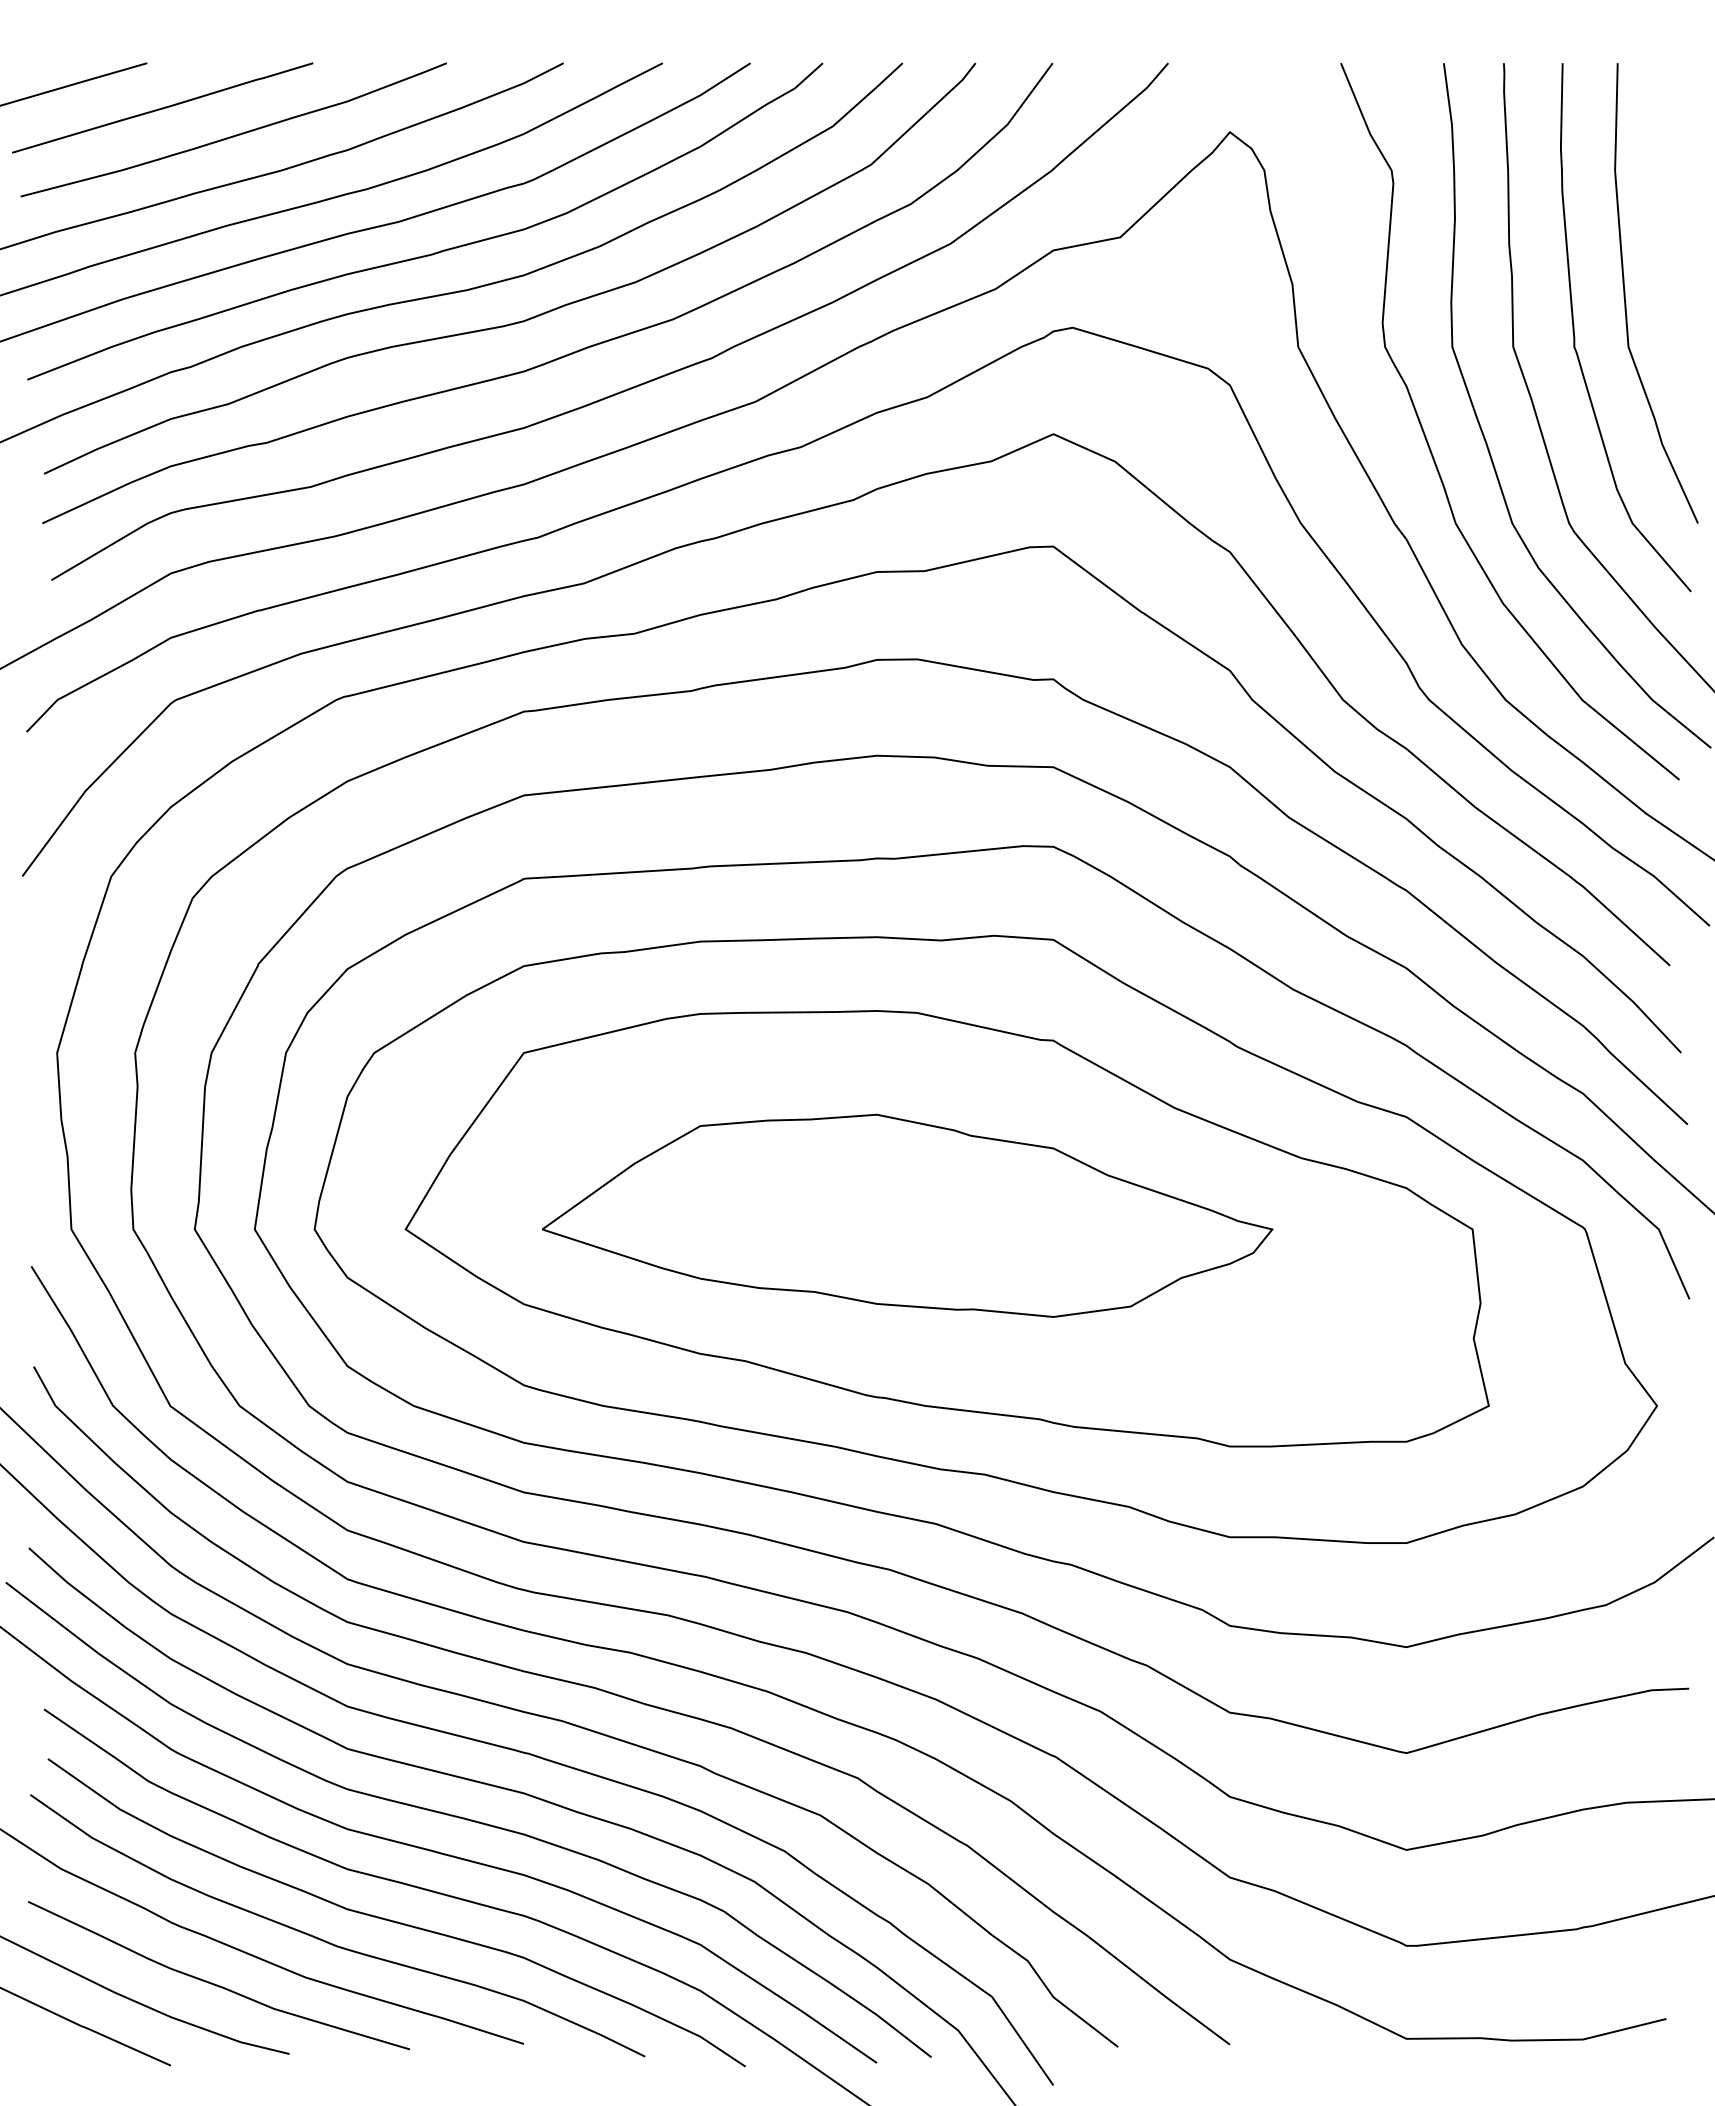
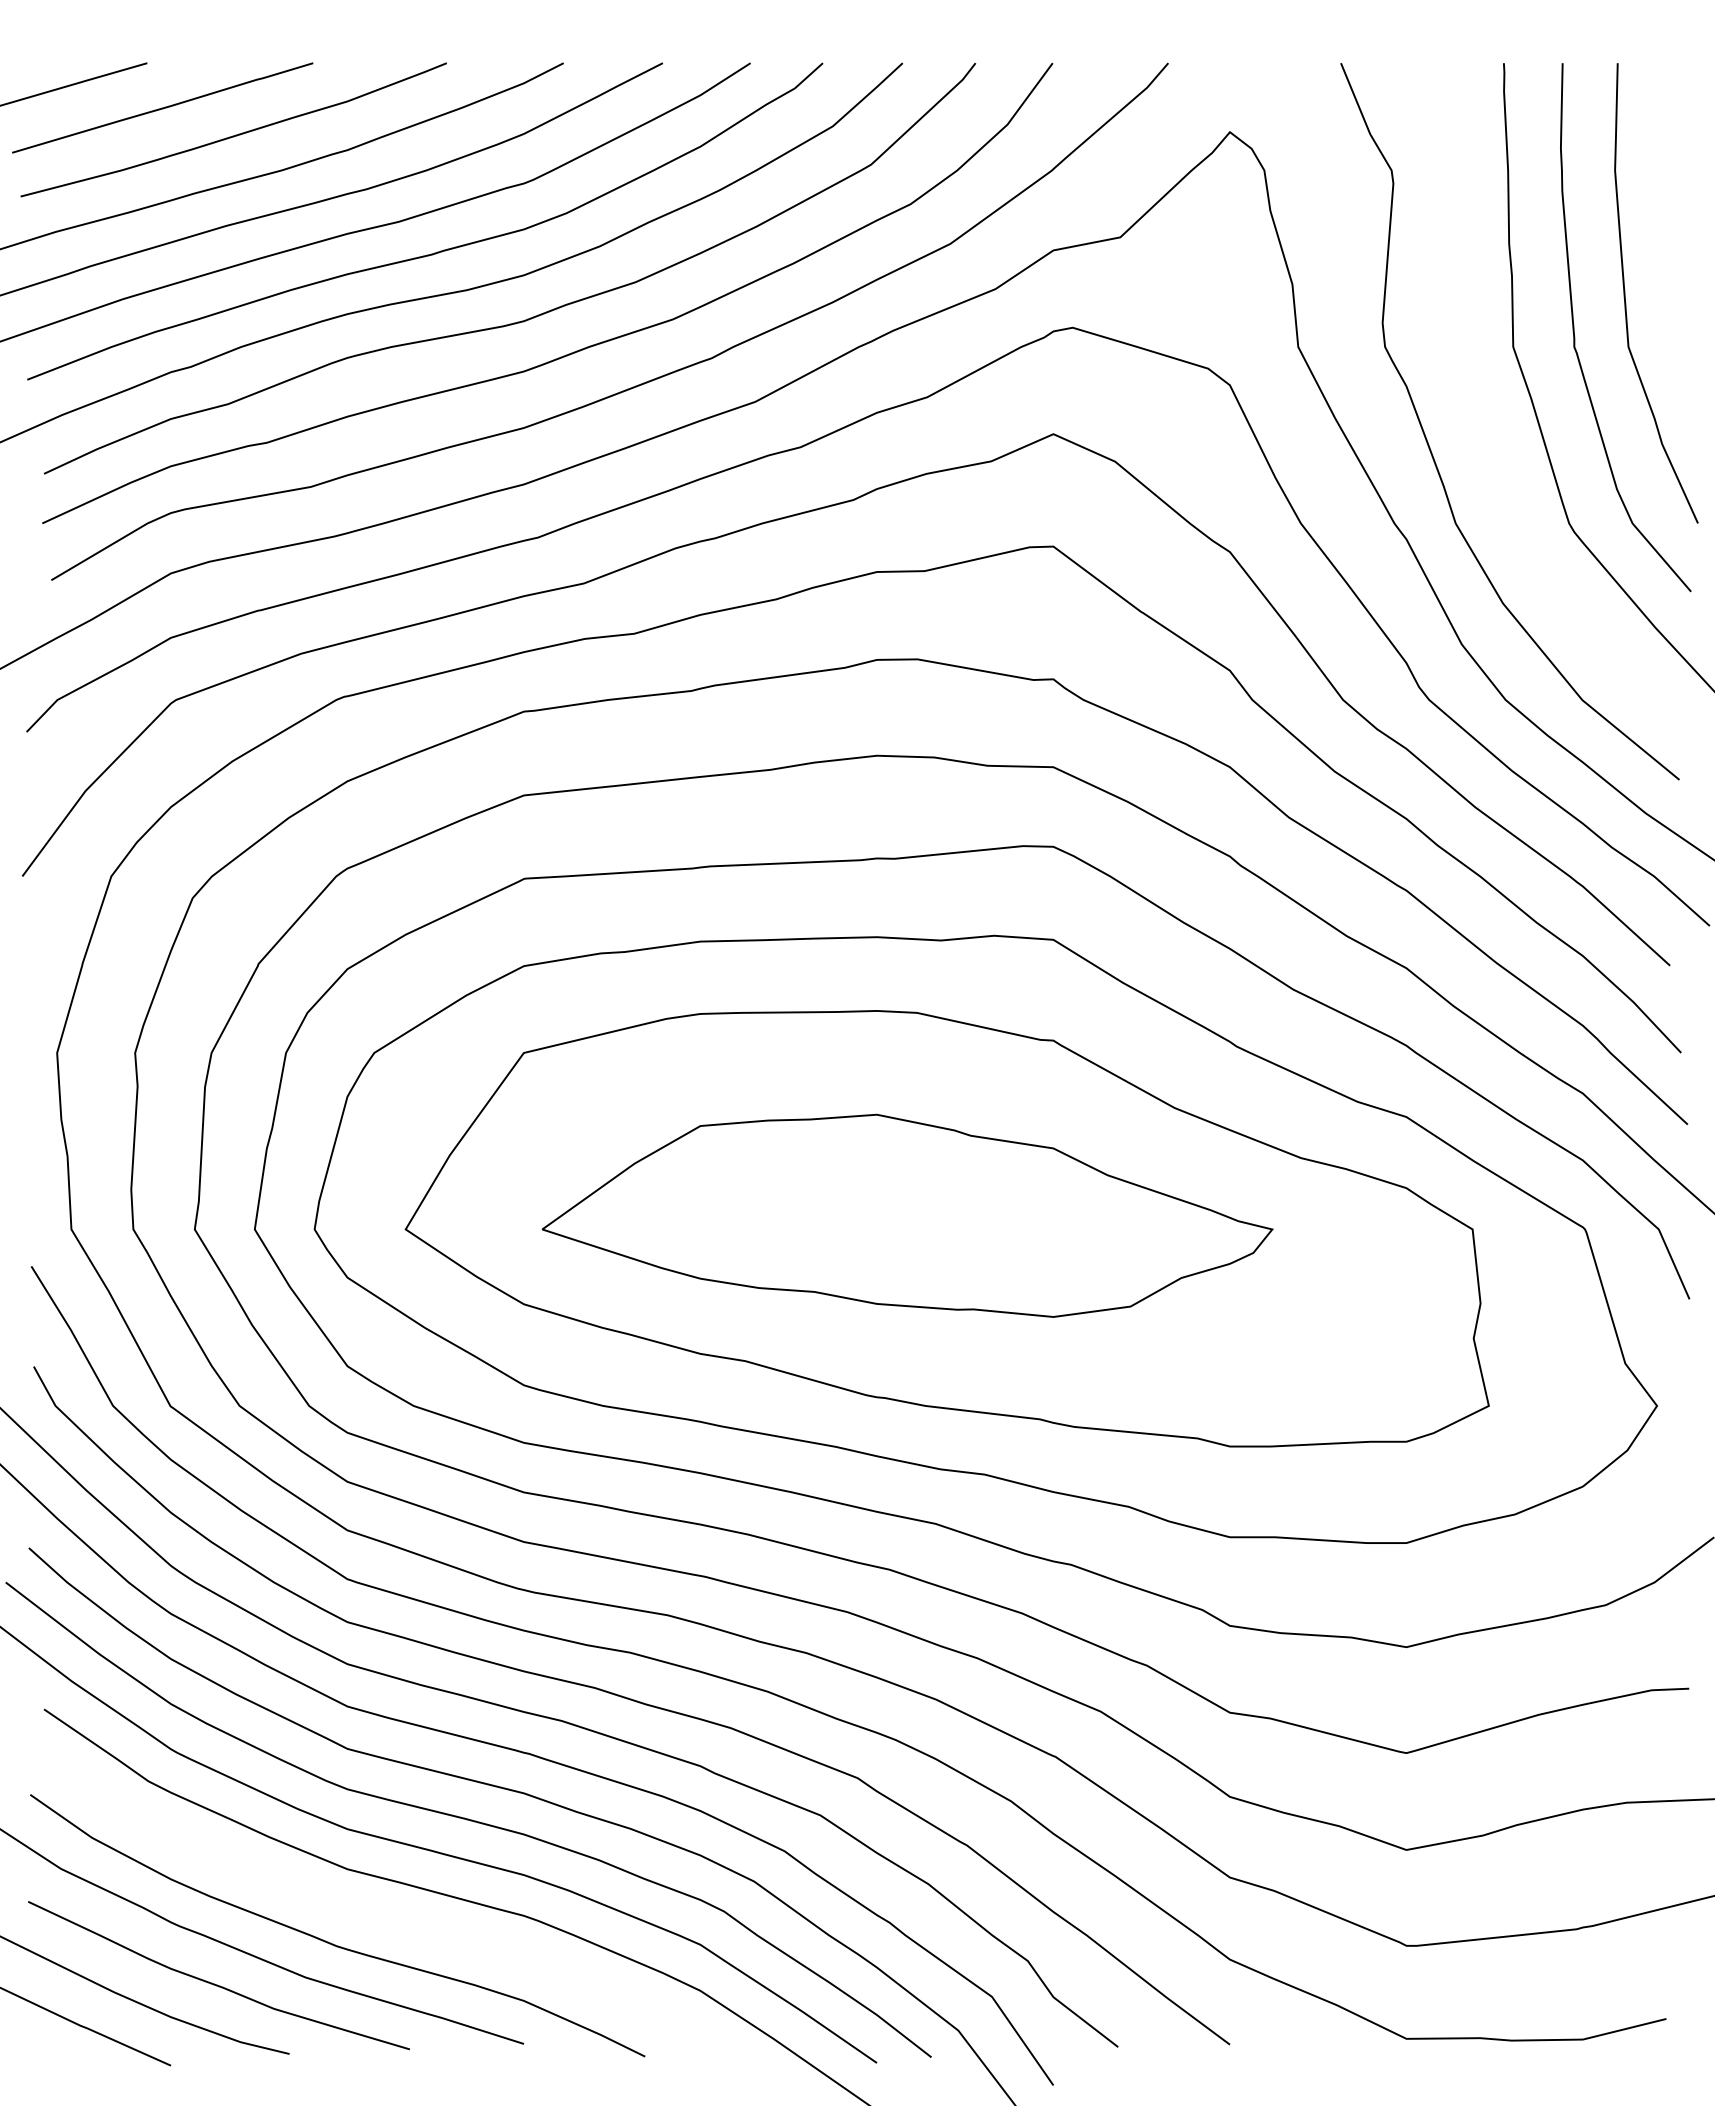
curve at (1485, 437): present -> none
curve at (394, 1920): present -> none
